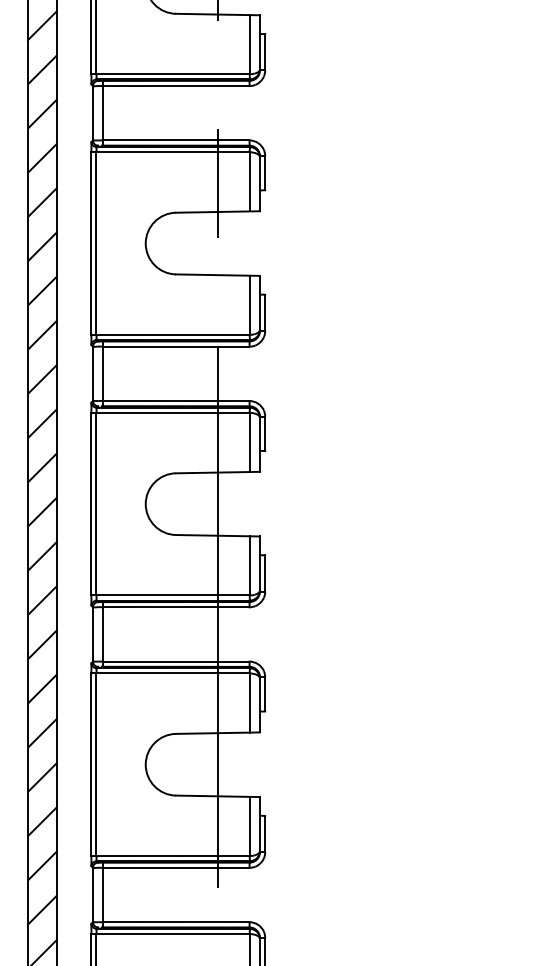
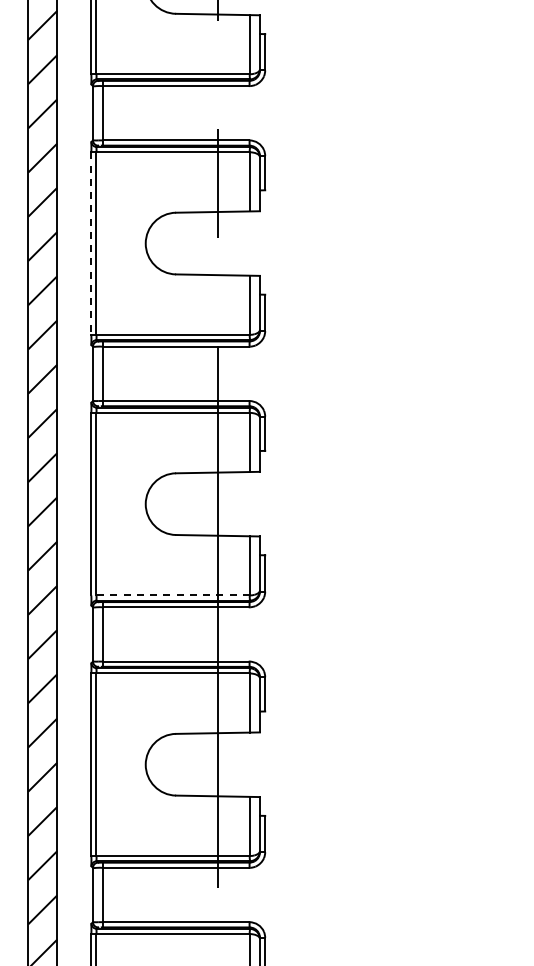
line at (91, 244): solid -> dashed
line at (170, 595): solid -> dashed
